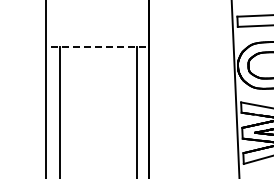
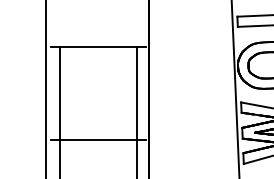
line at (99, 46): dashed -> solid
line at (98, 139): none -> present
